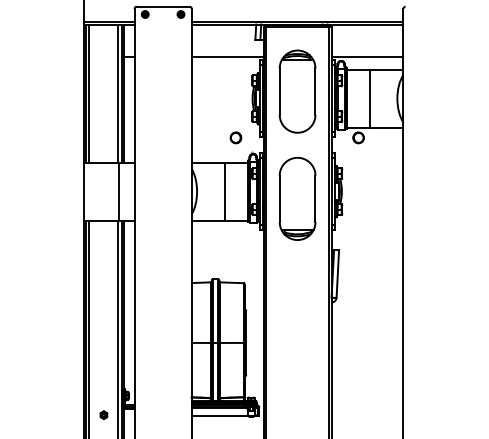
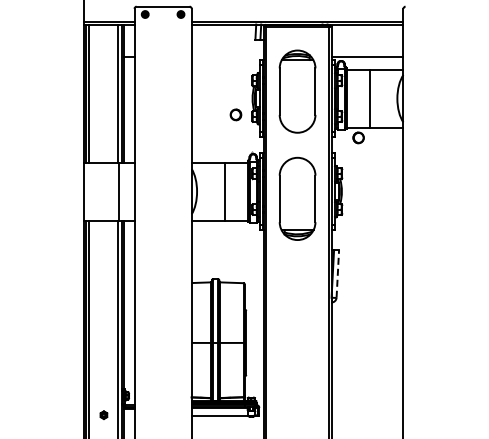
line at (227, 57): present -> none
part at (235, 137) position: (235, 137) -> (235, 114)
line at (337, 274): solid -> dashed
